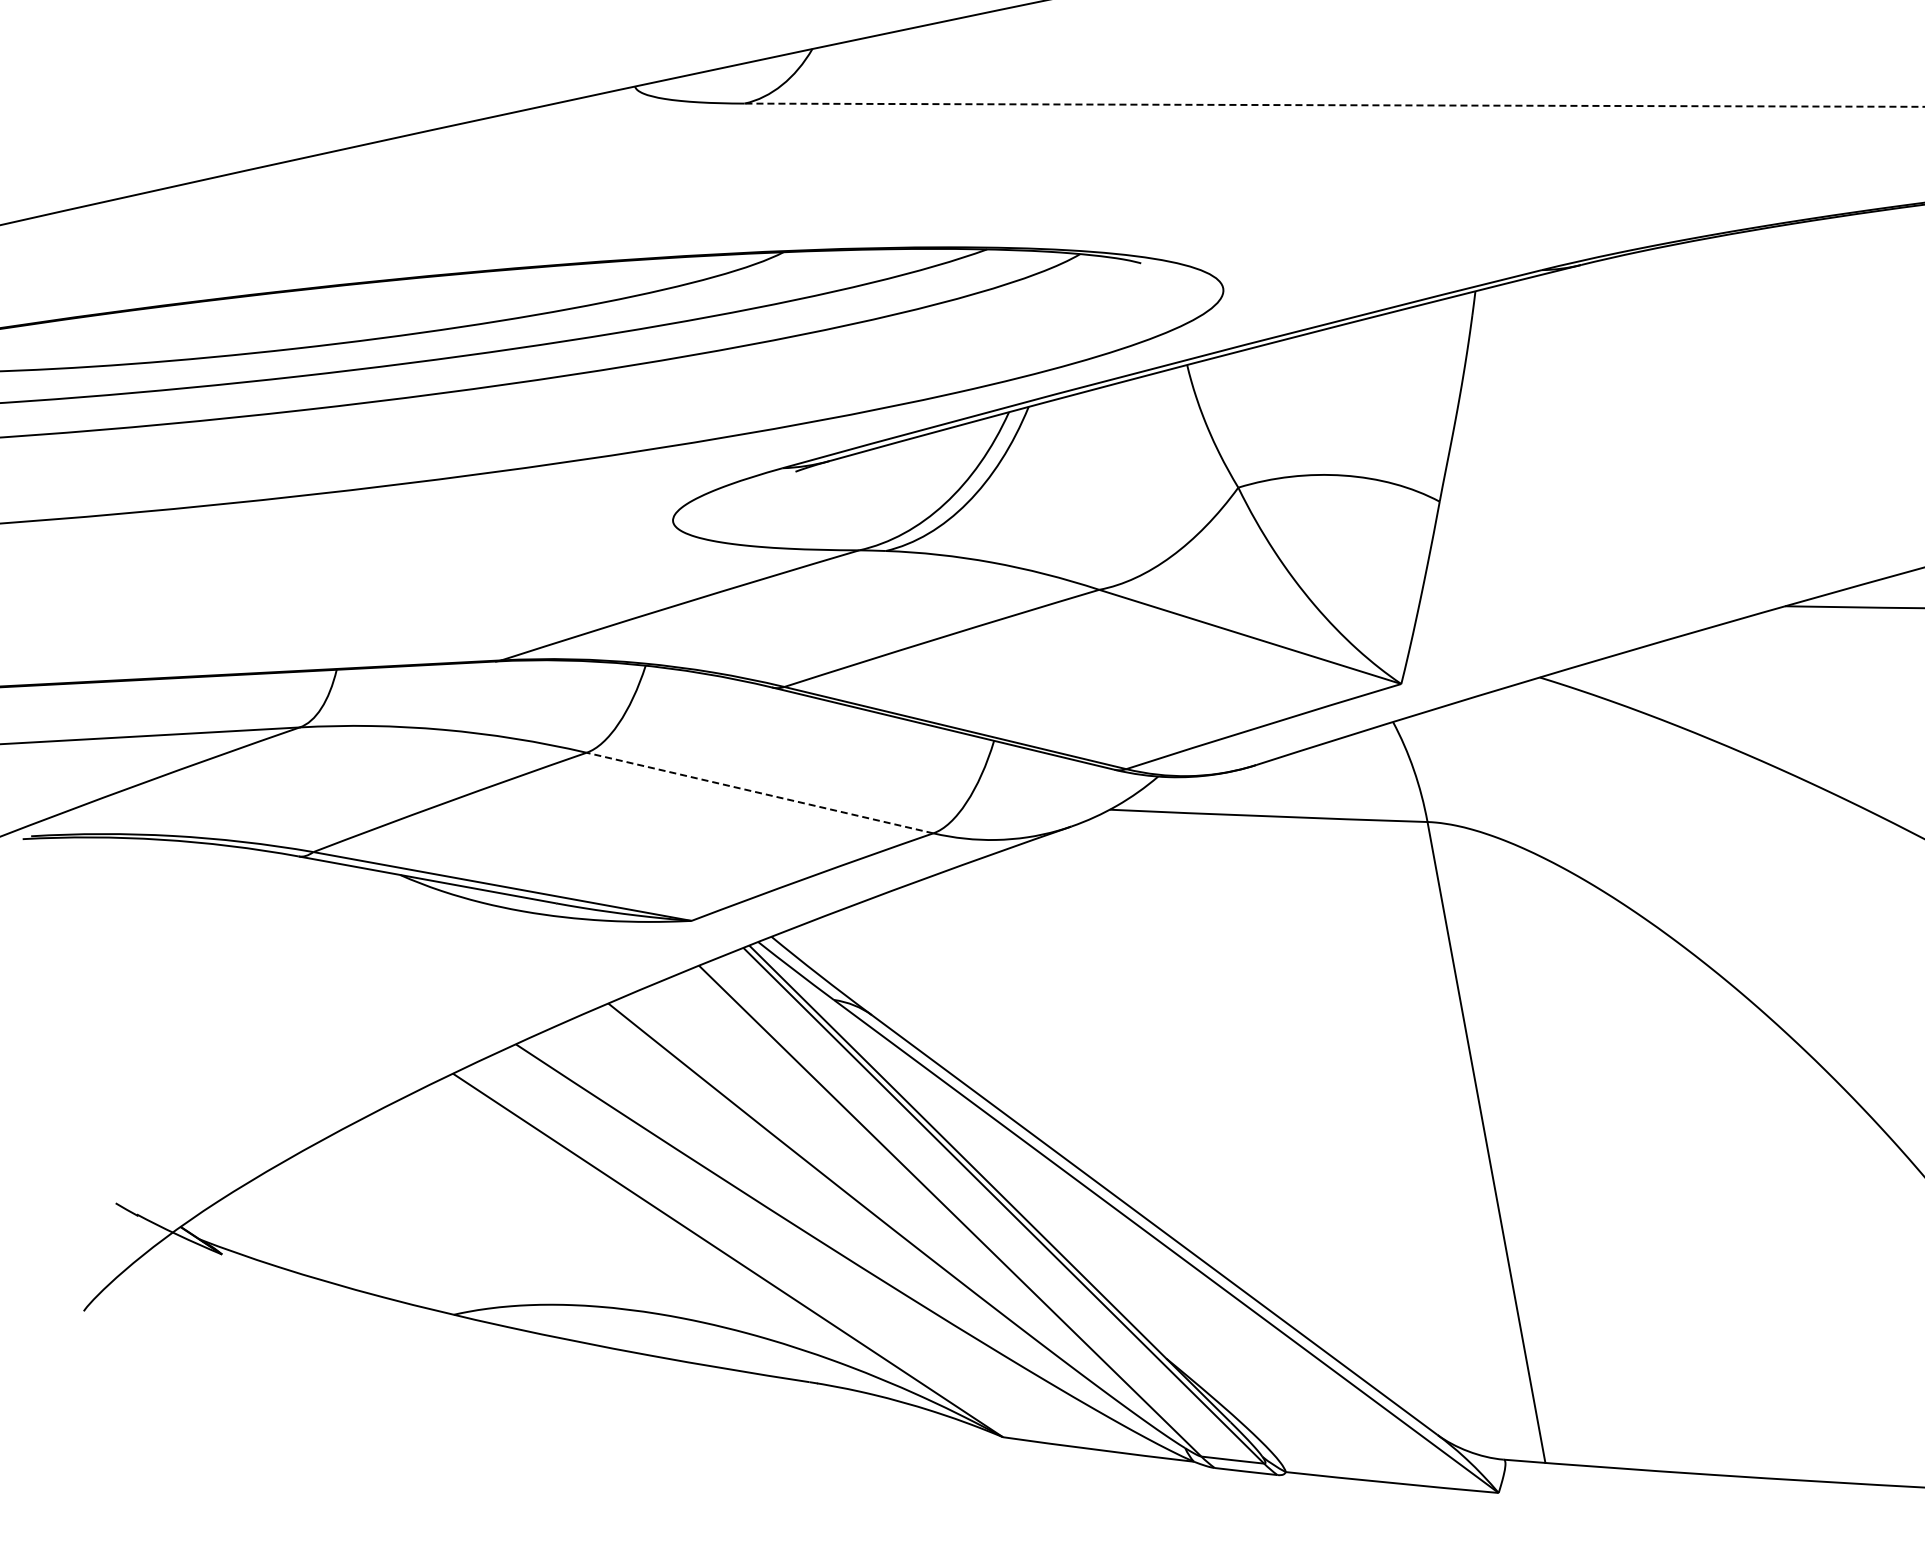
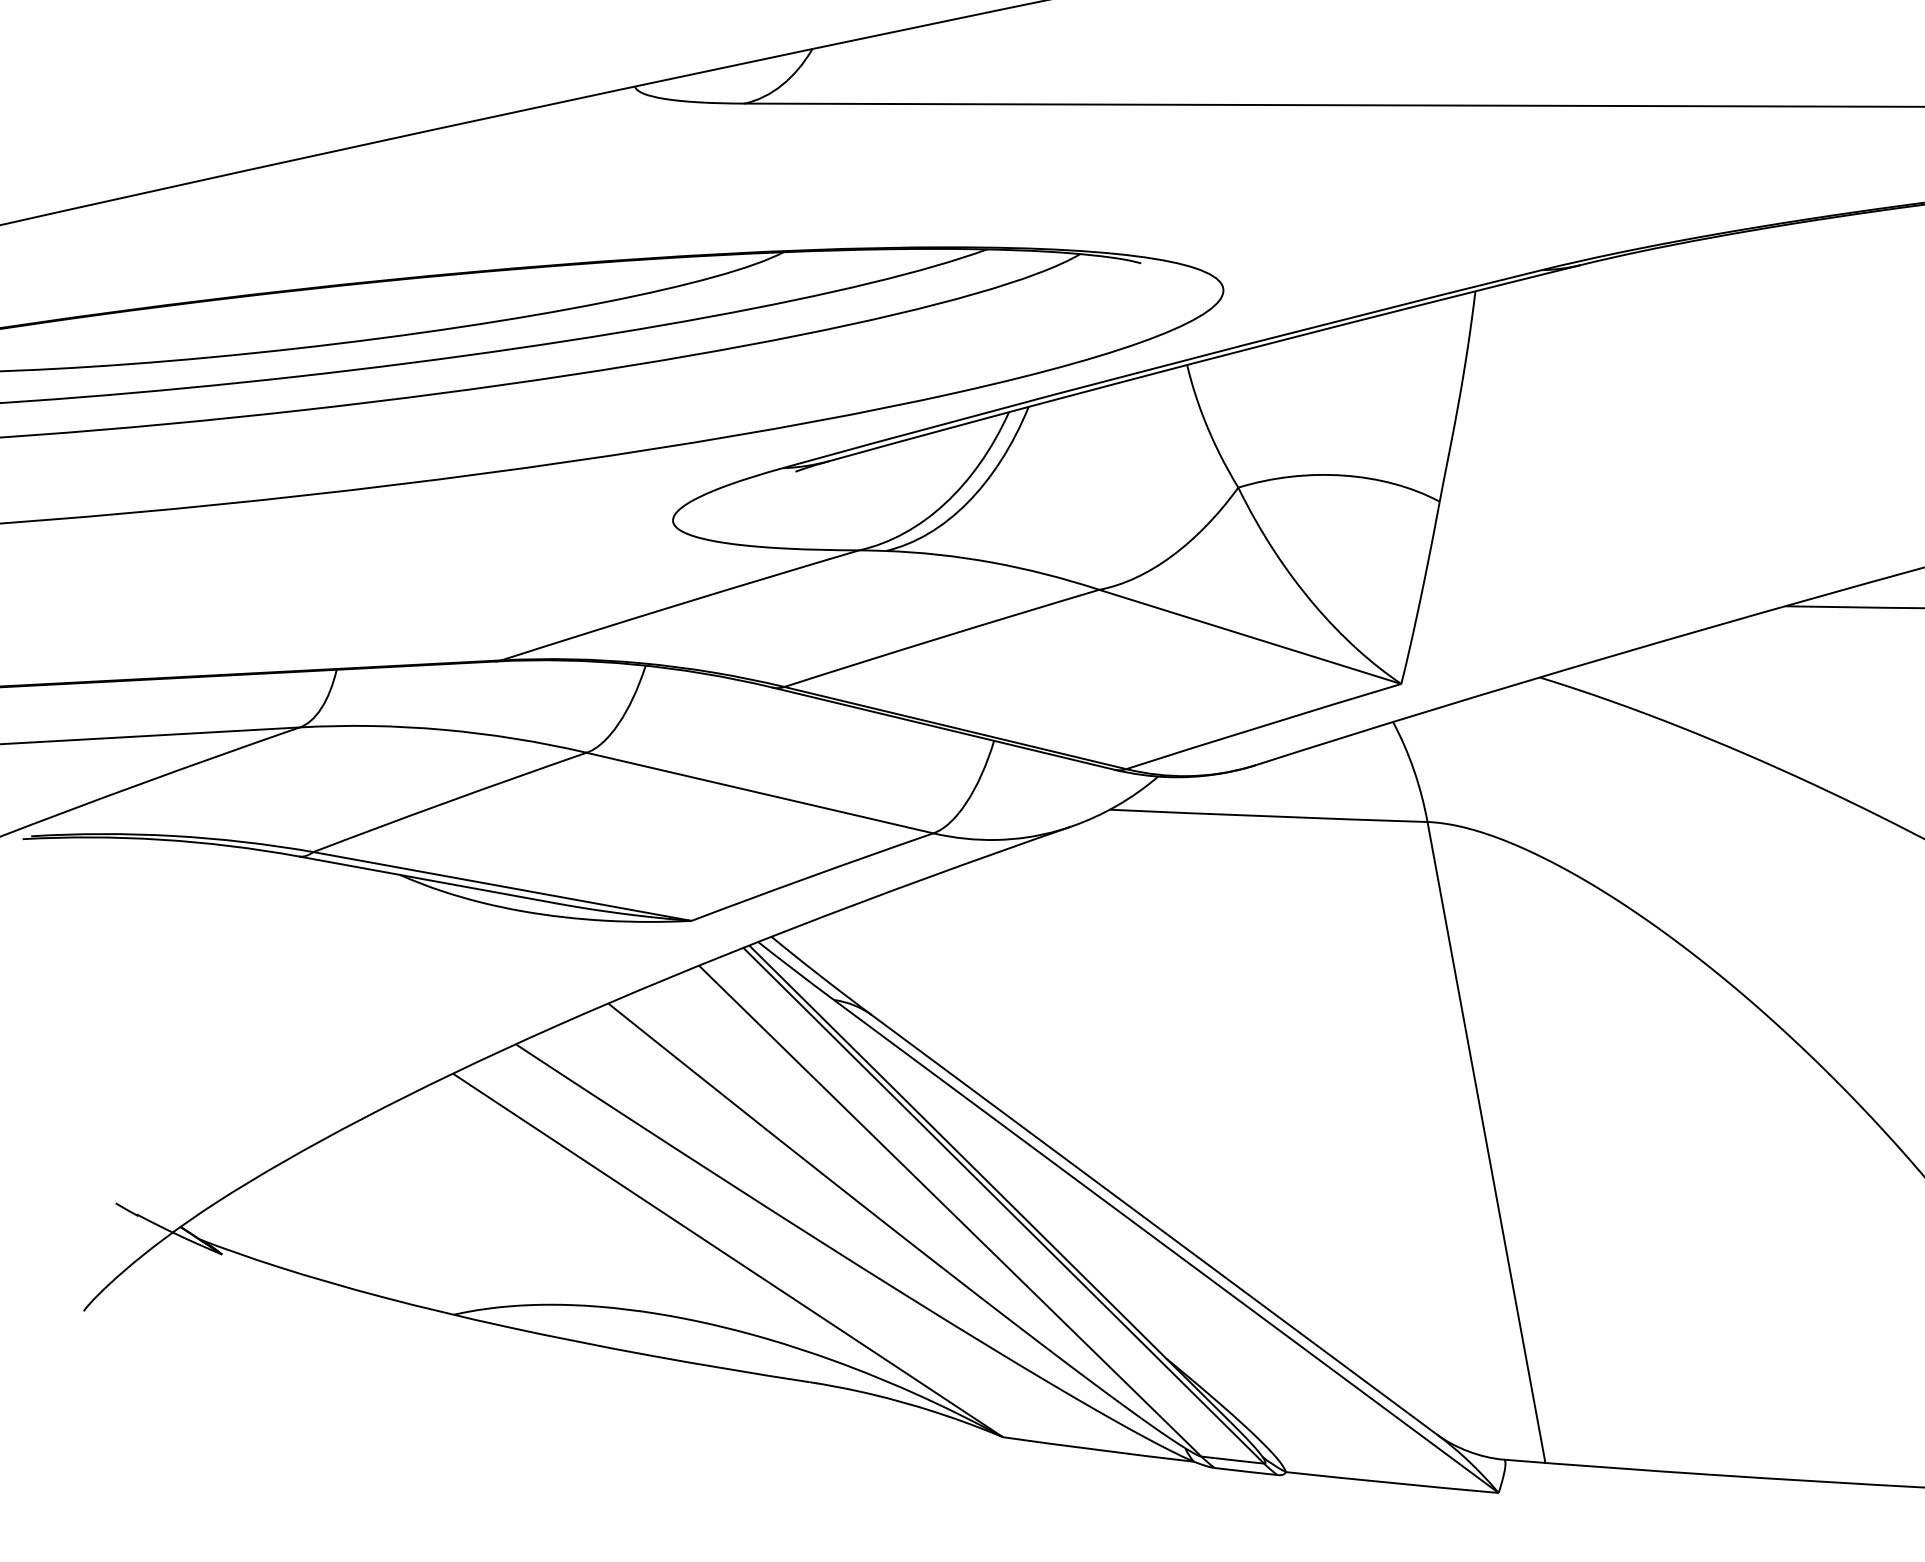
line at (1334, 105): dashed -> solid
line at (759, 793): dashed -> solid
